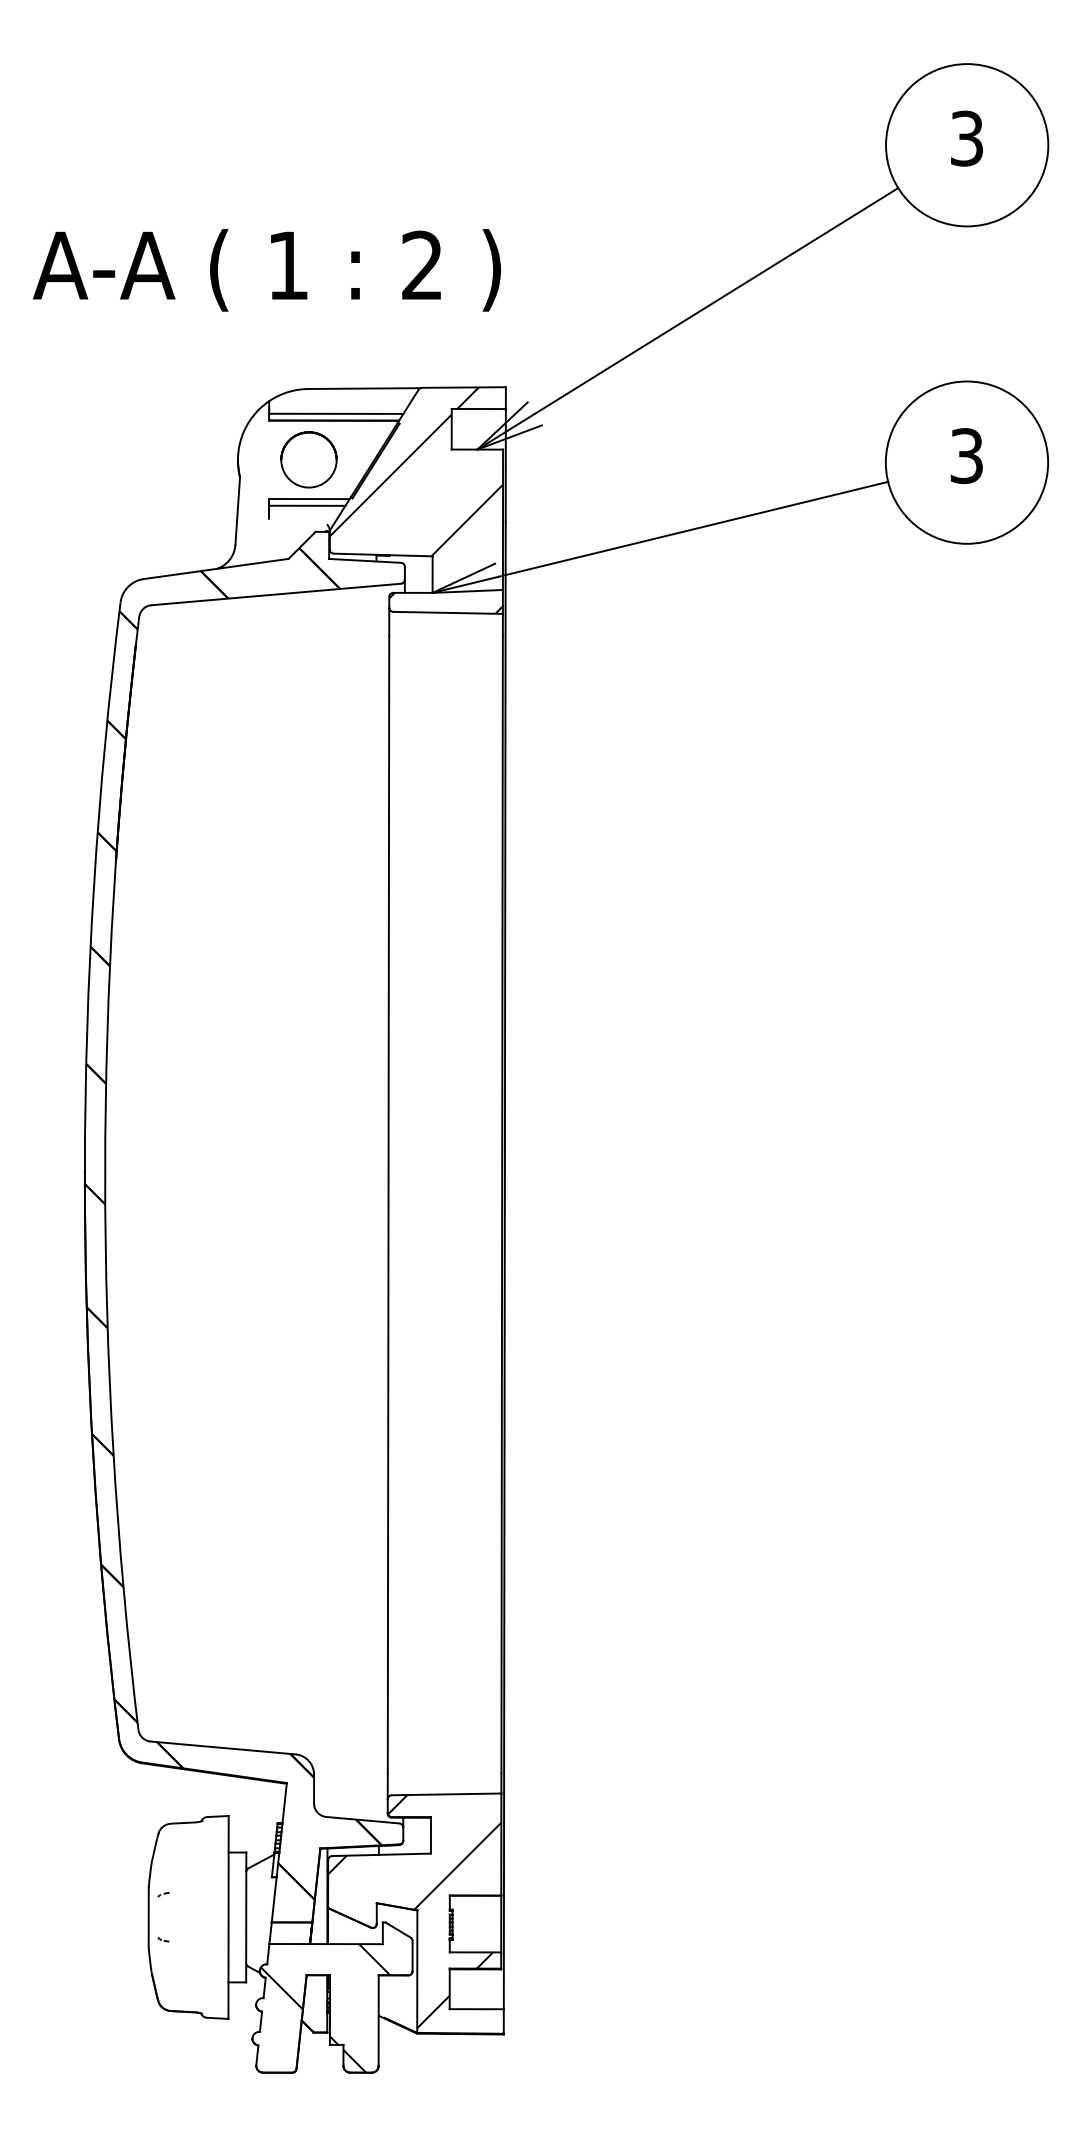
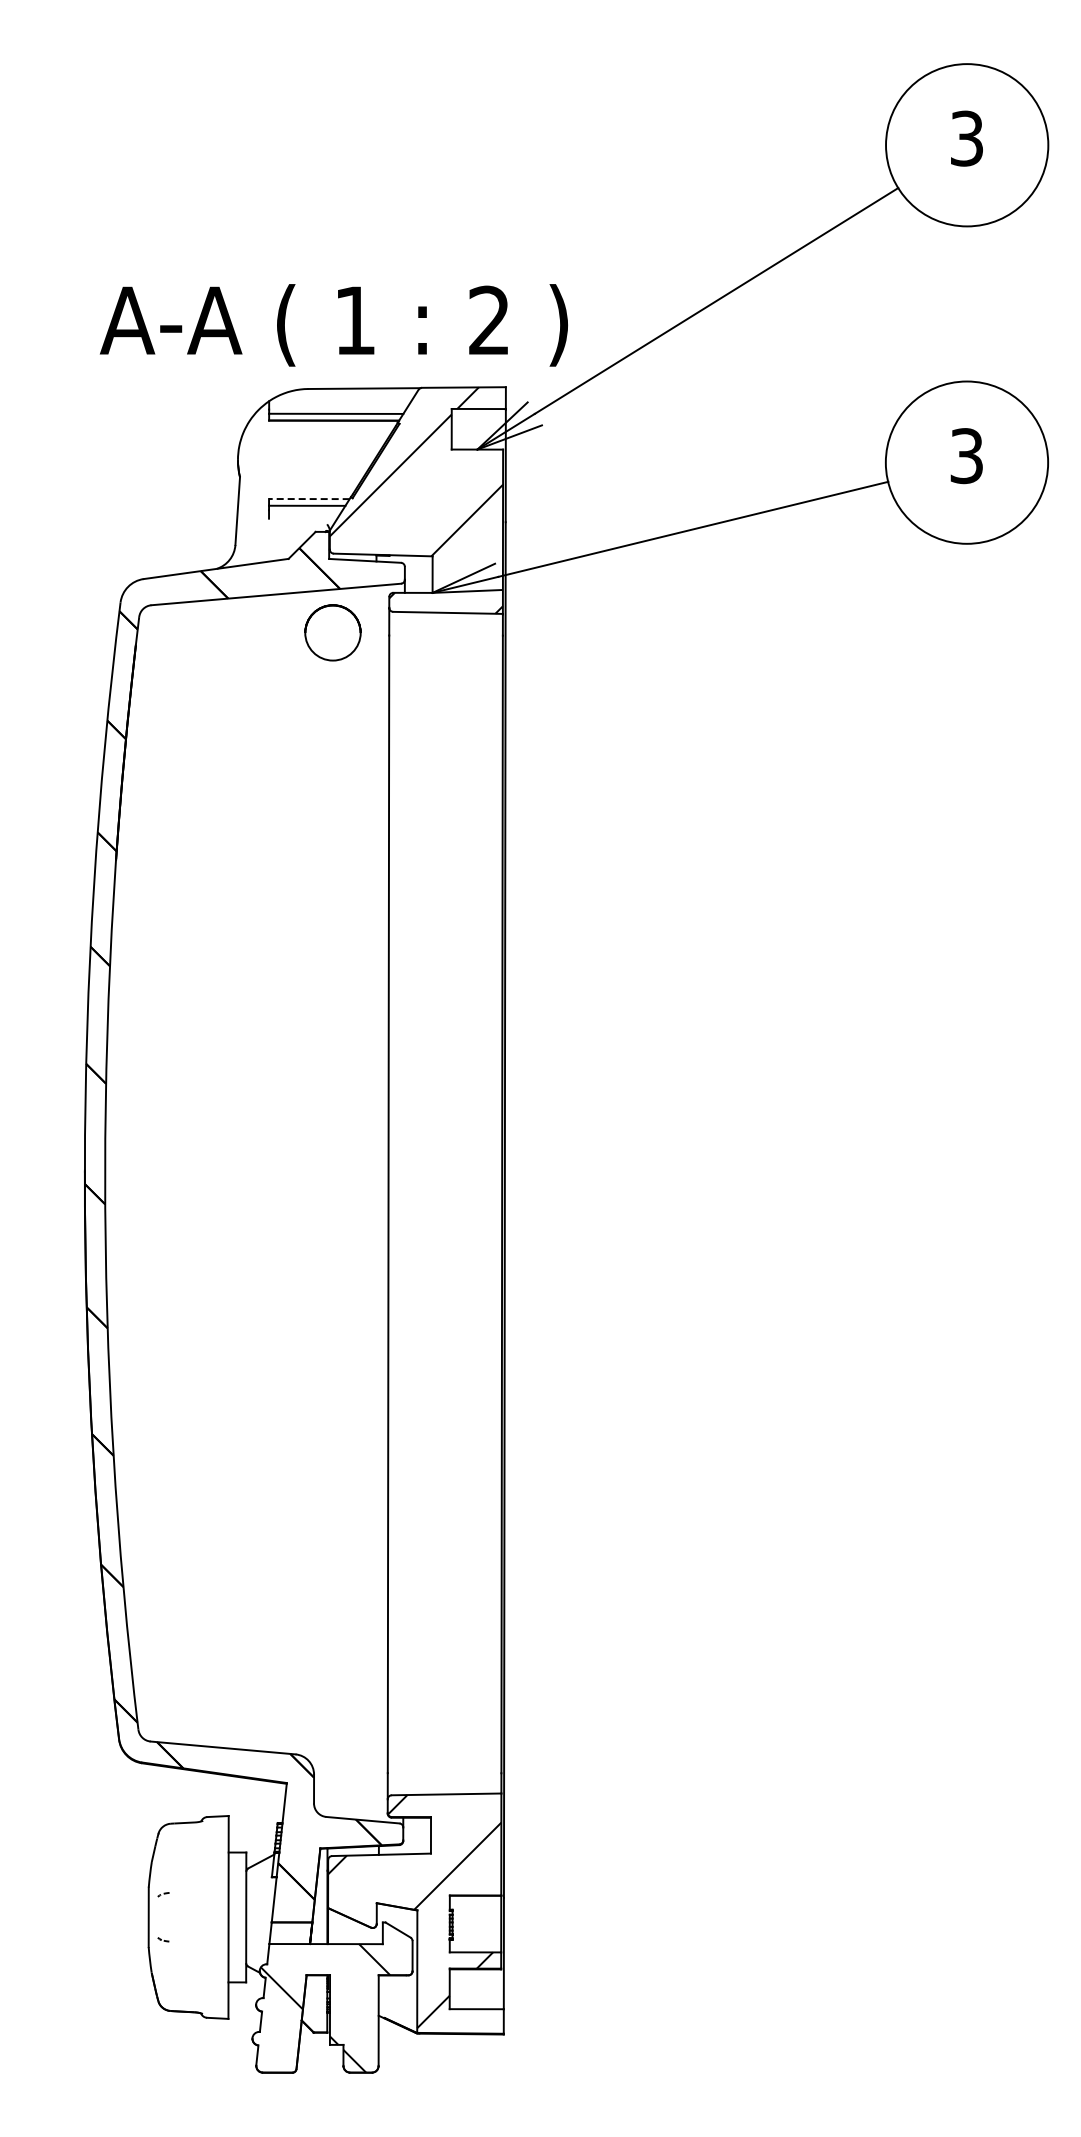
text at (266, 270) position: (266, 270) -> (333, 325)
part at (308, 459) position: (308, 459) -> (332, 632)
line at (308, 499): solid -> dashed
